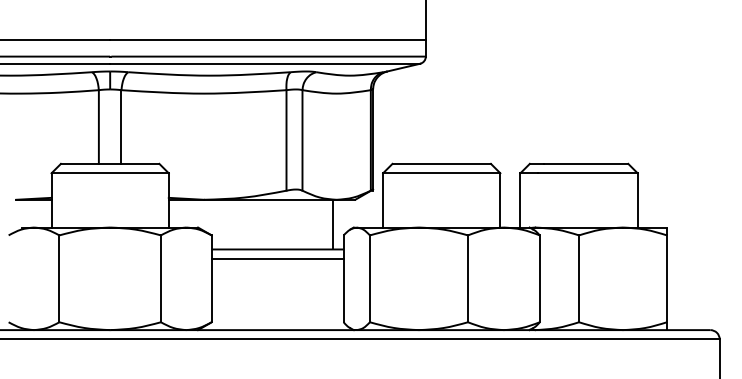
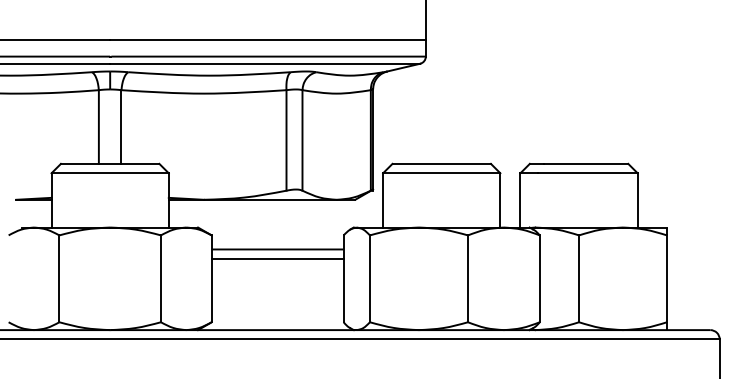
line at (332, 224): present -> none
